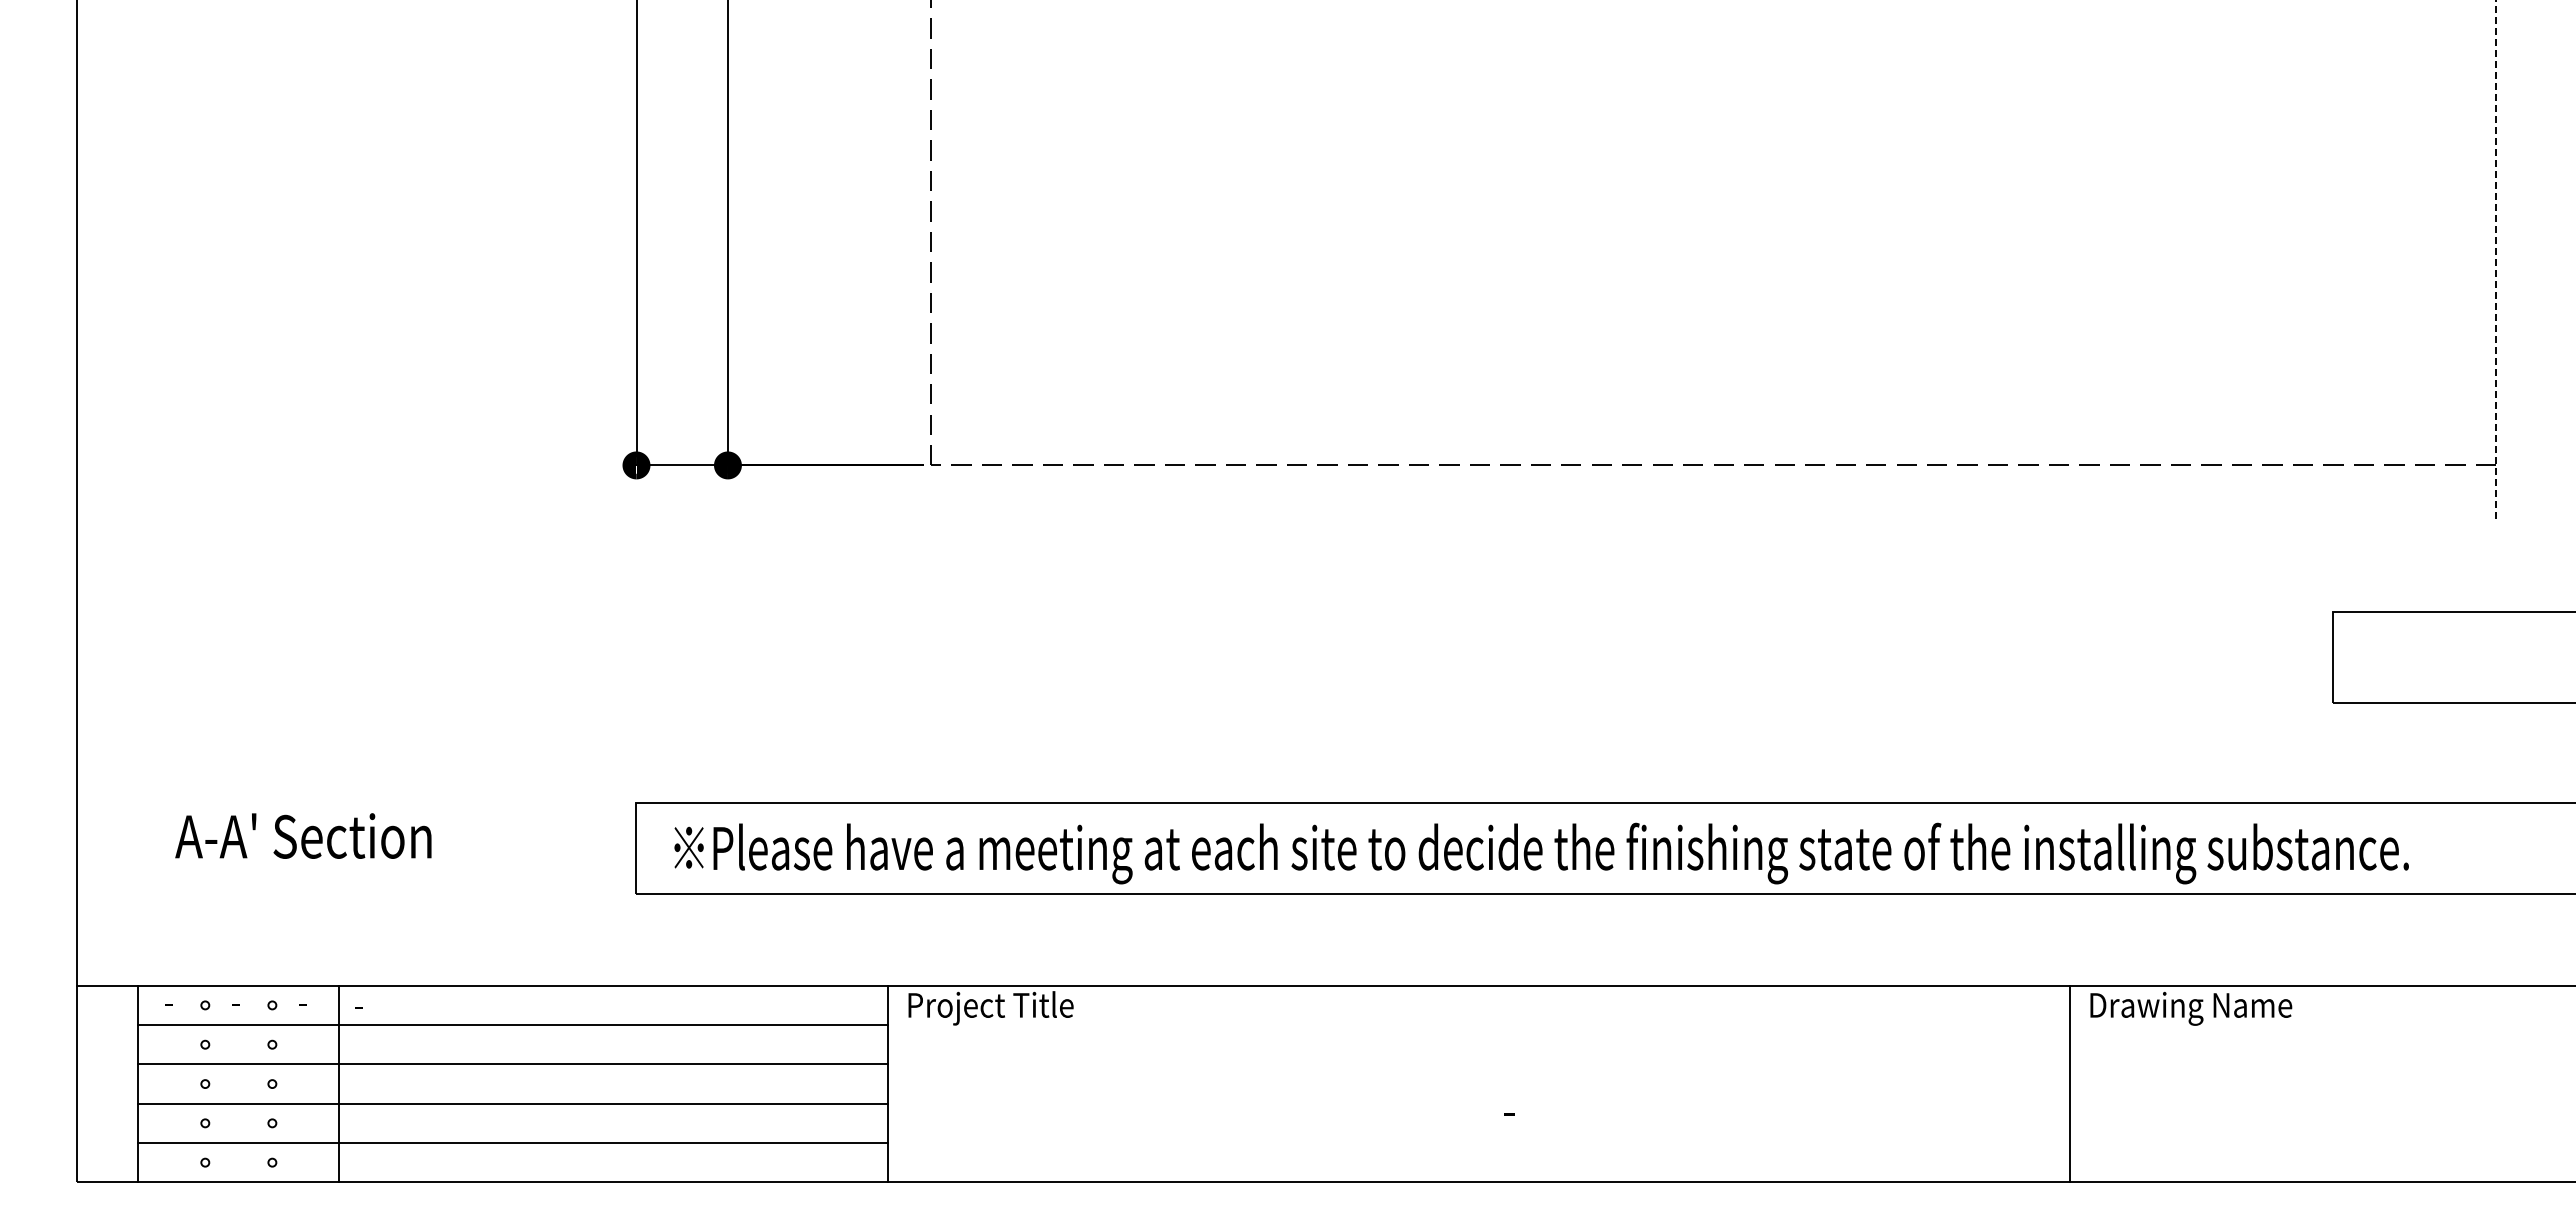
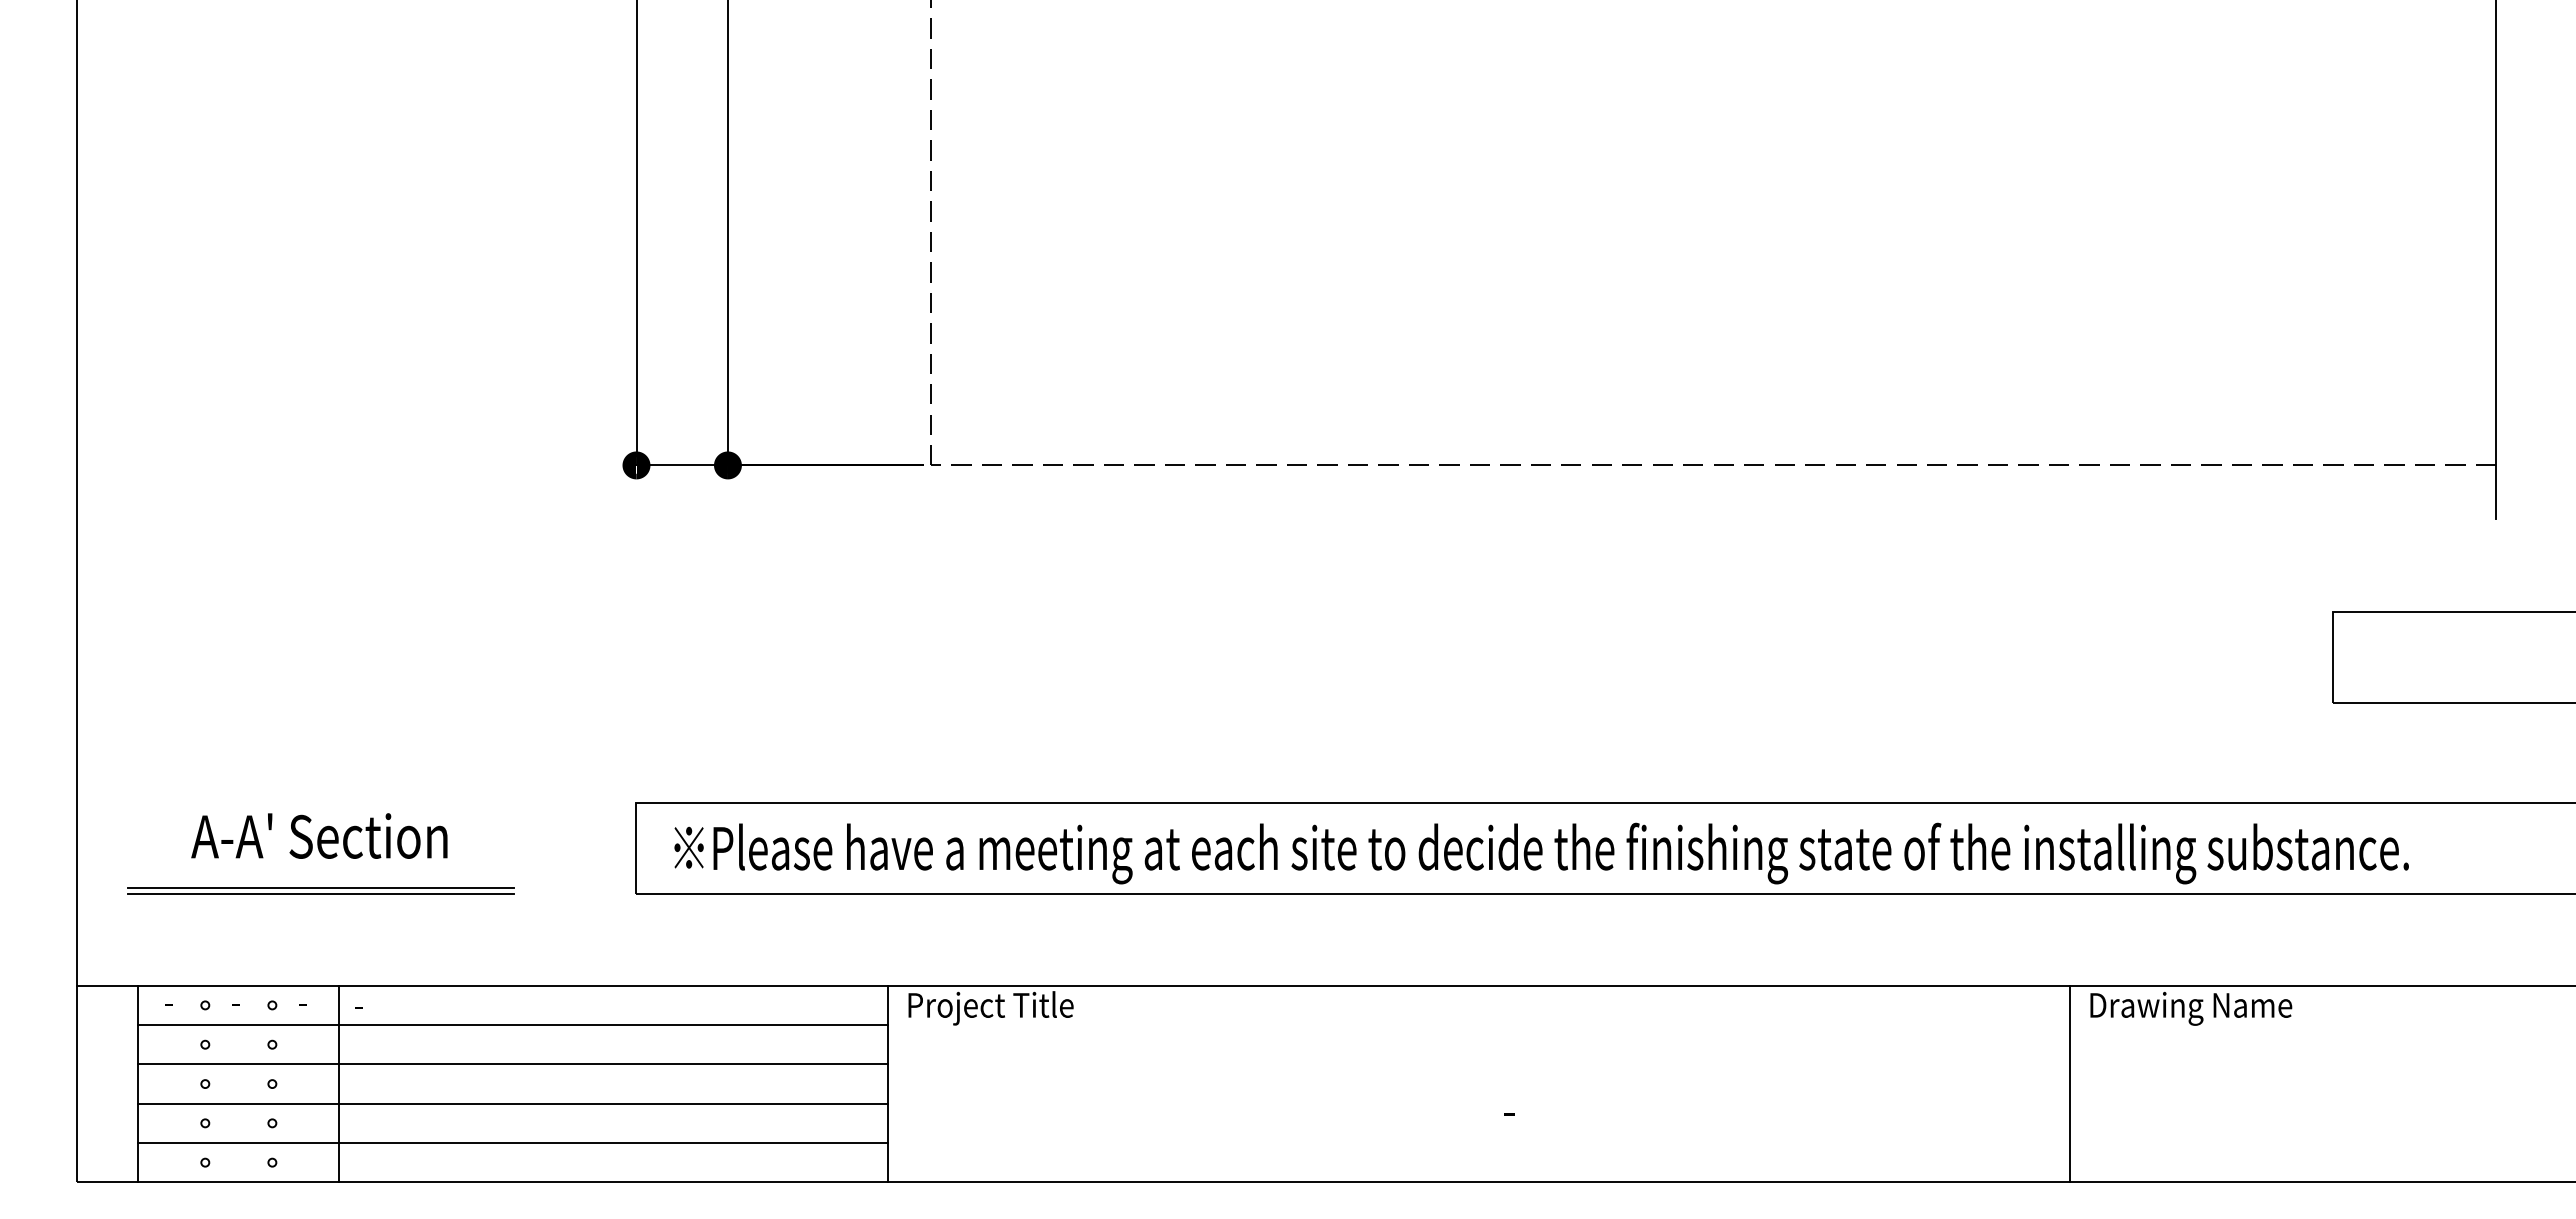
line at (2496, 259): dashed -> solid
text at (303, 835) position: (303, 835) -> (319, 835)
line at (321, 888): none -> present
line at (321, 894): none -> present
